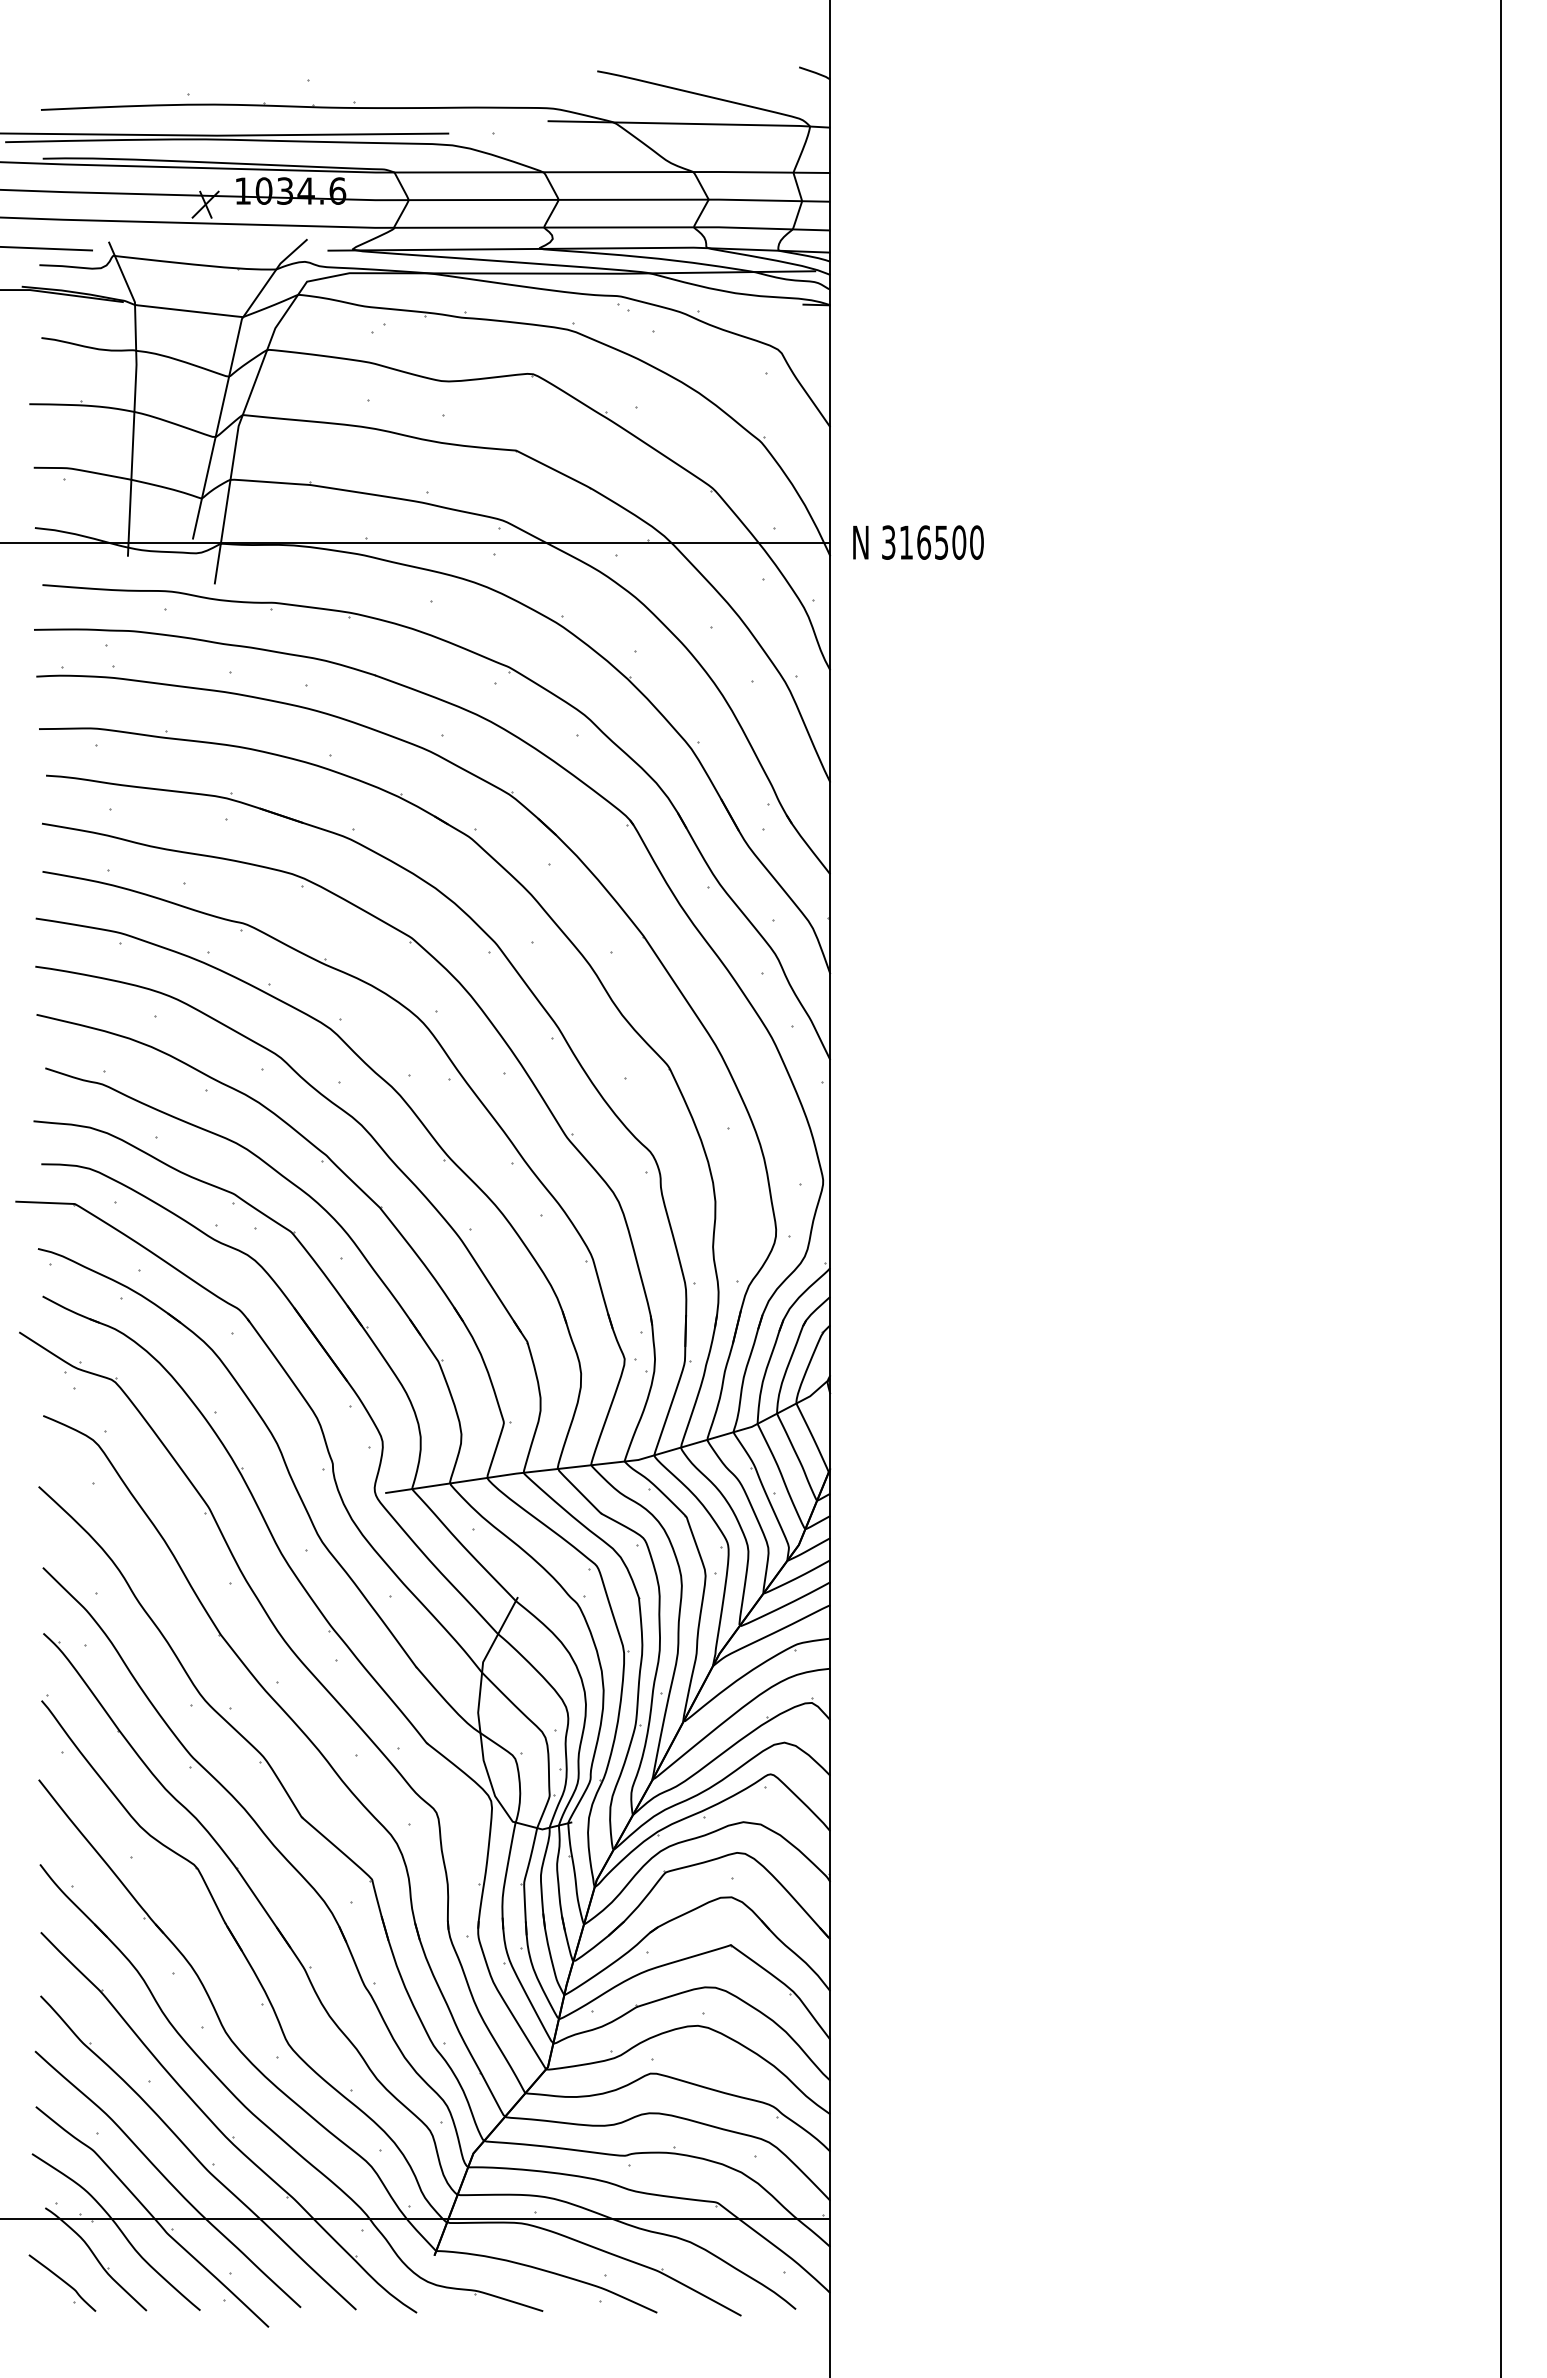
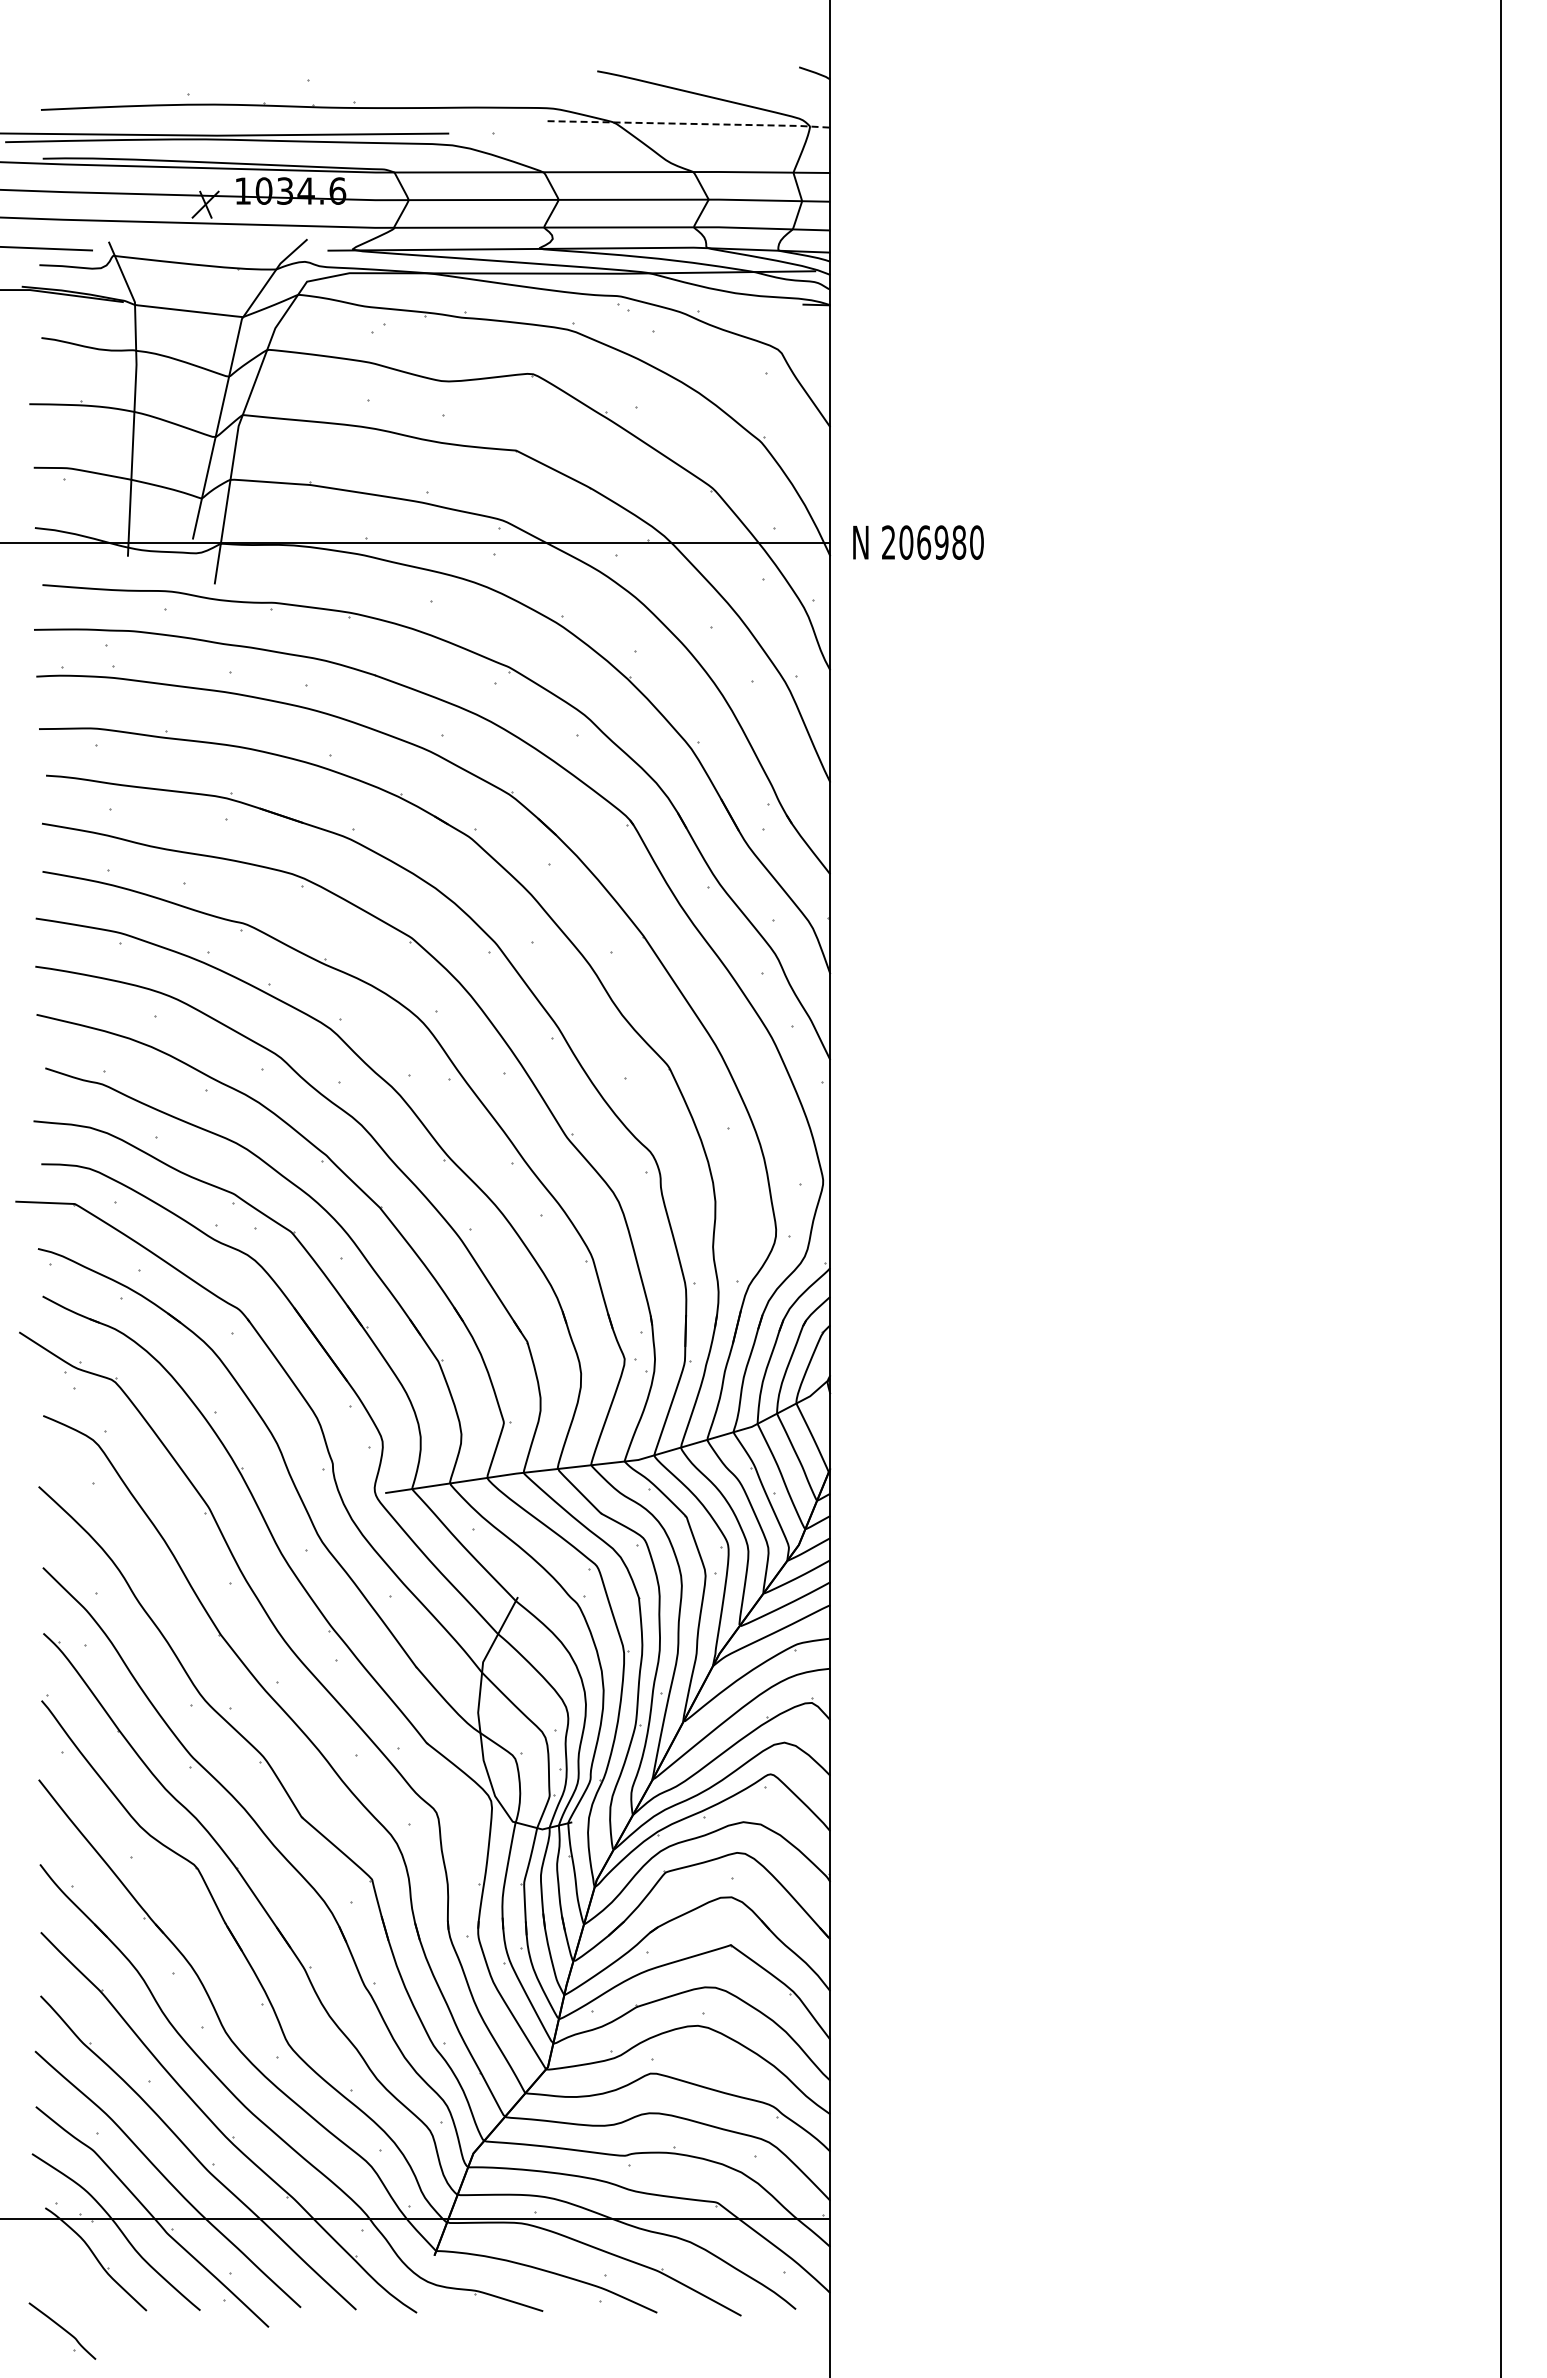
line at (690, 123): solid -> dashed
text at (924, 542): 316500 -> 206980
part at (62, 2282) position: (62, 2282) -> (62, 2330)
